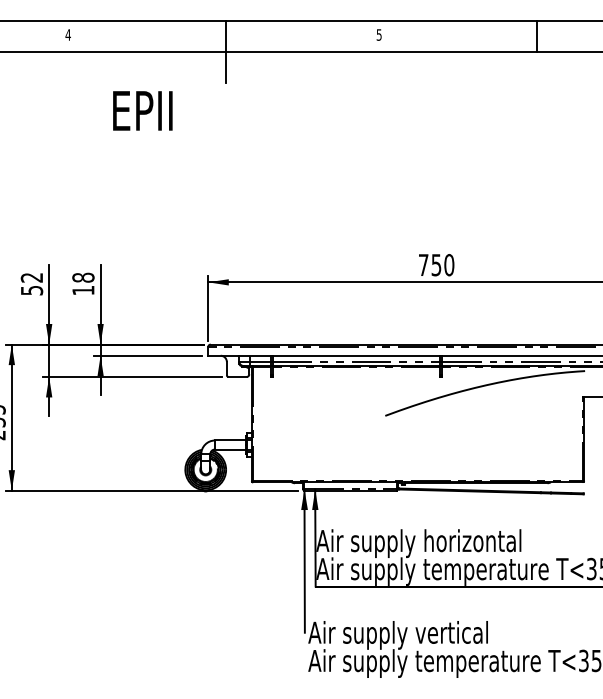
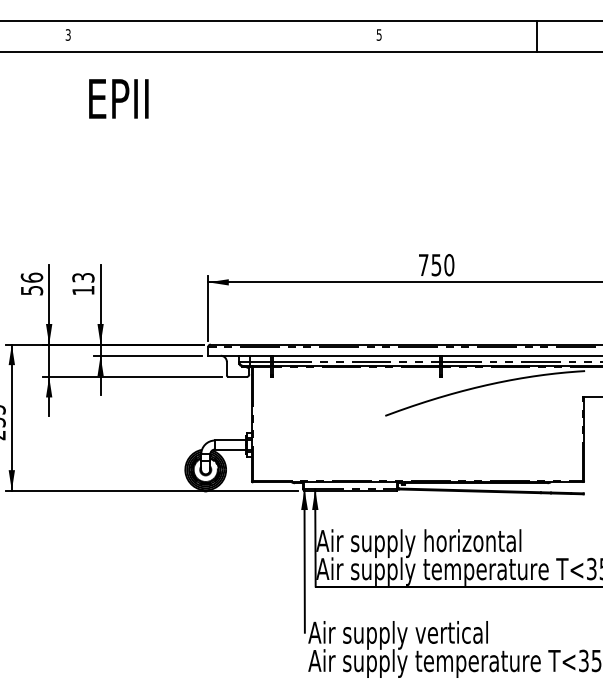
text at (67, 34): 4 -> 3
line at (225, 51): present -> none
text at (142, 110) position: (142, 110) -> (118, 98)
text at (31, 277): 52 -> 56
text at (83, 277): 18 -> 13
